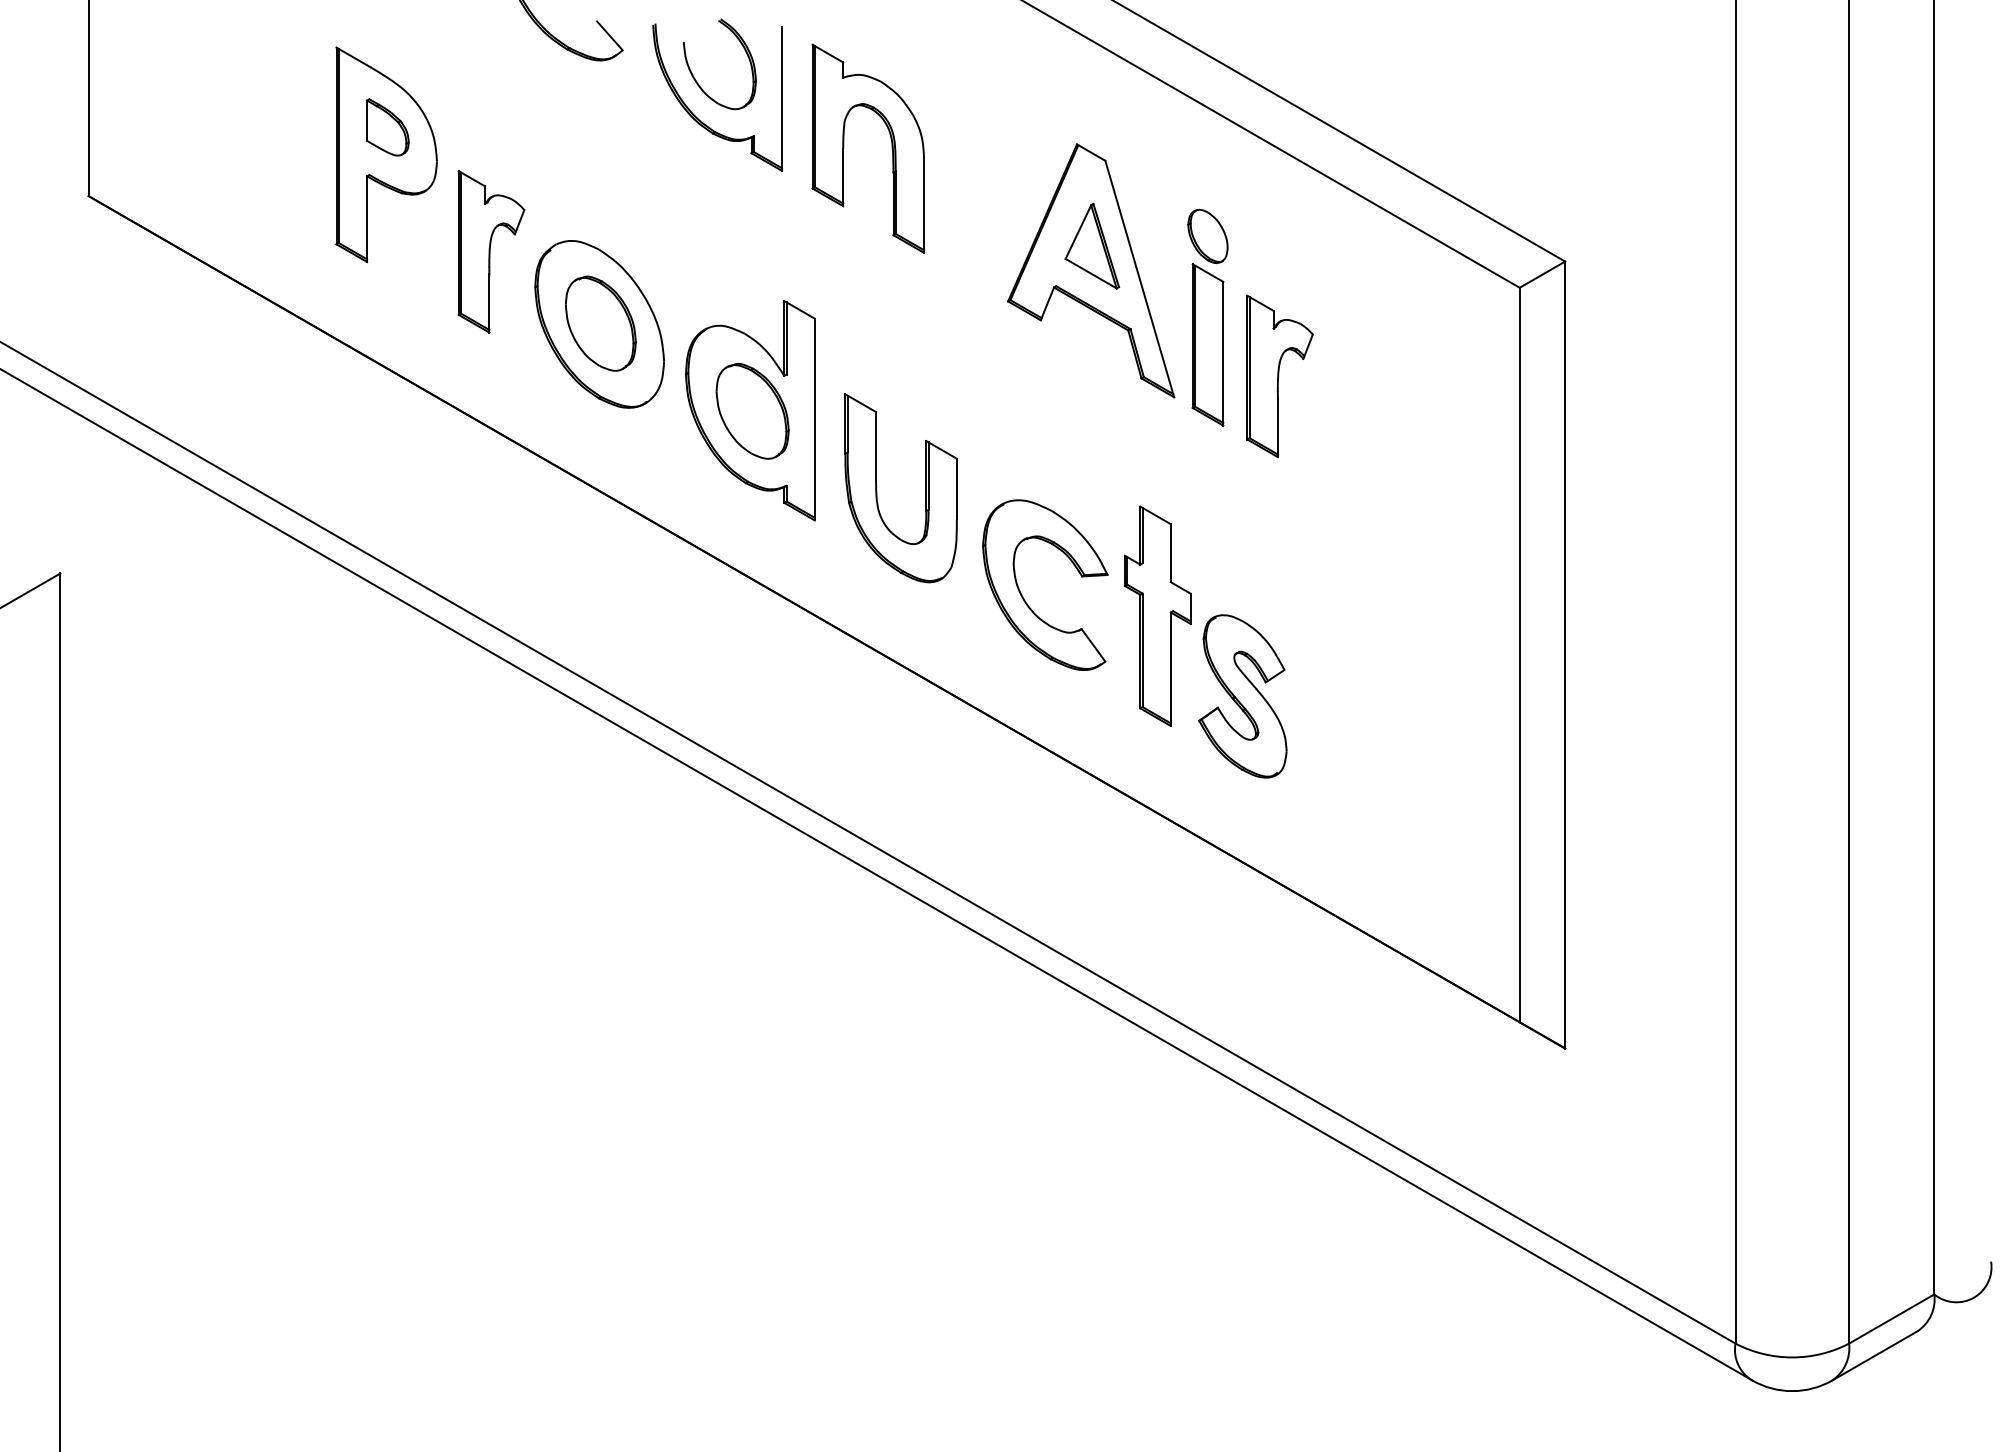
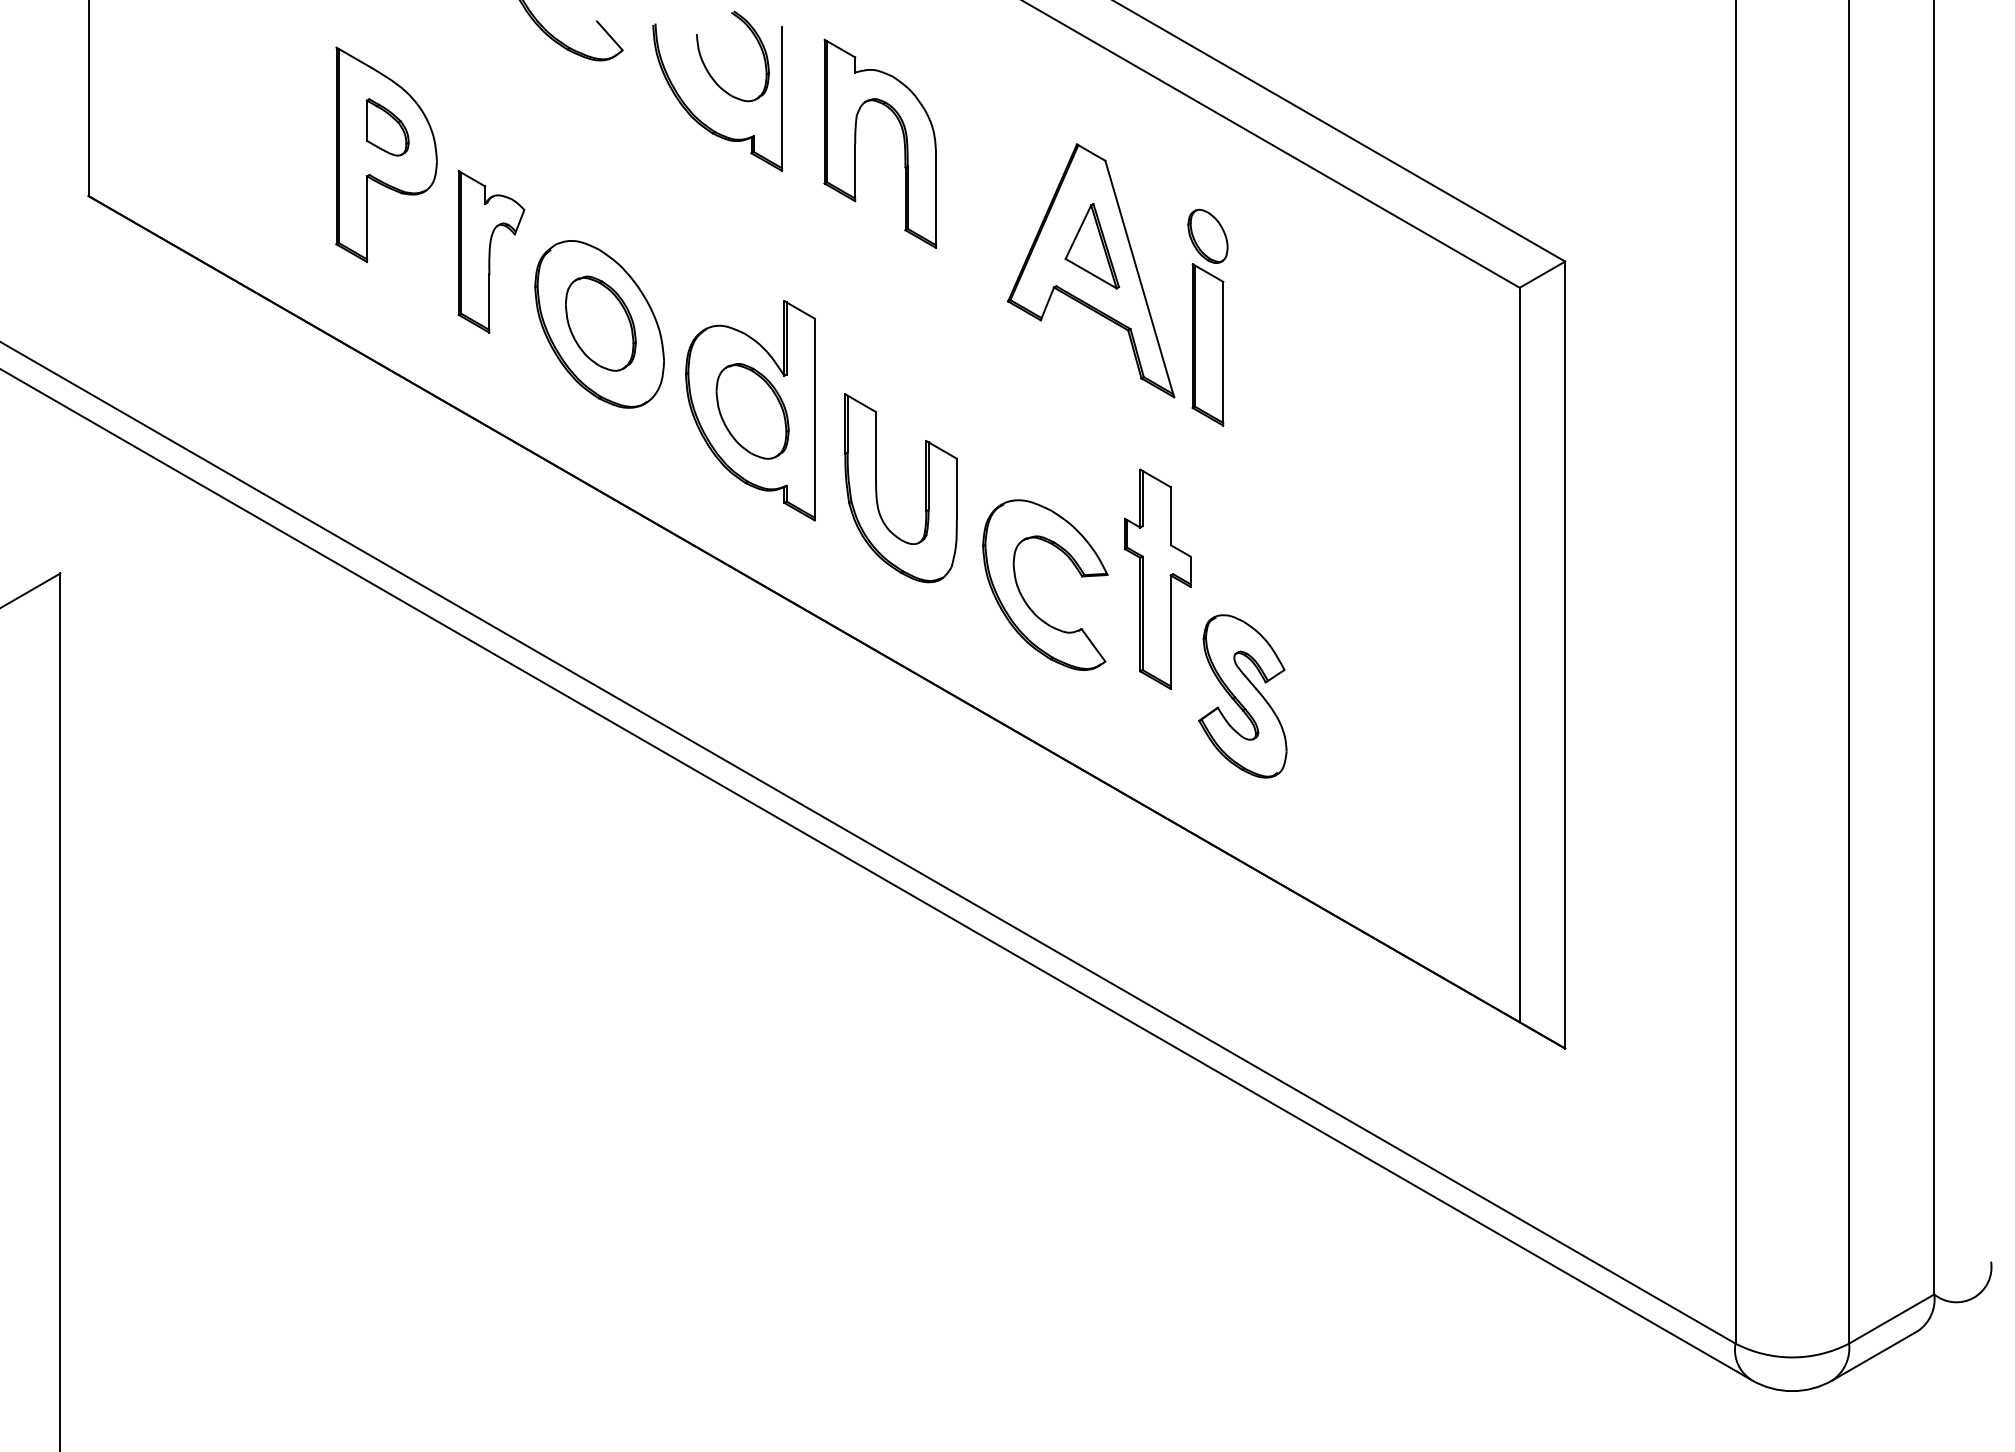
part at (694, 76) position: (694, 76) -> (707, 68)
part at (891, 148) position: (891, 148) -> (903, 143)
part at (1279, 376): present -> none
part at (1157, 615) position: (1157, 615) -> (1157, 578)
